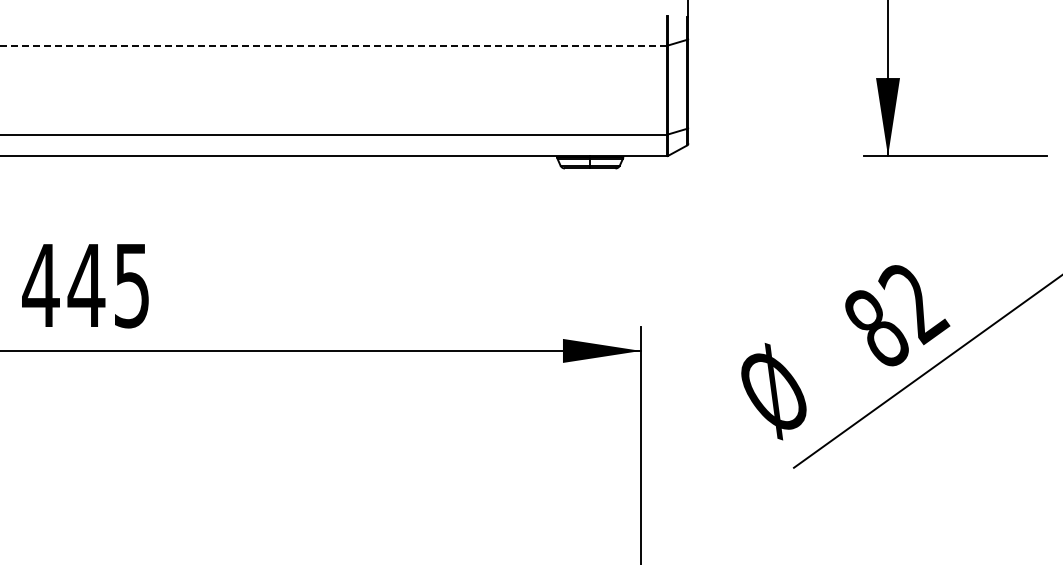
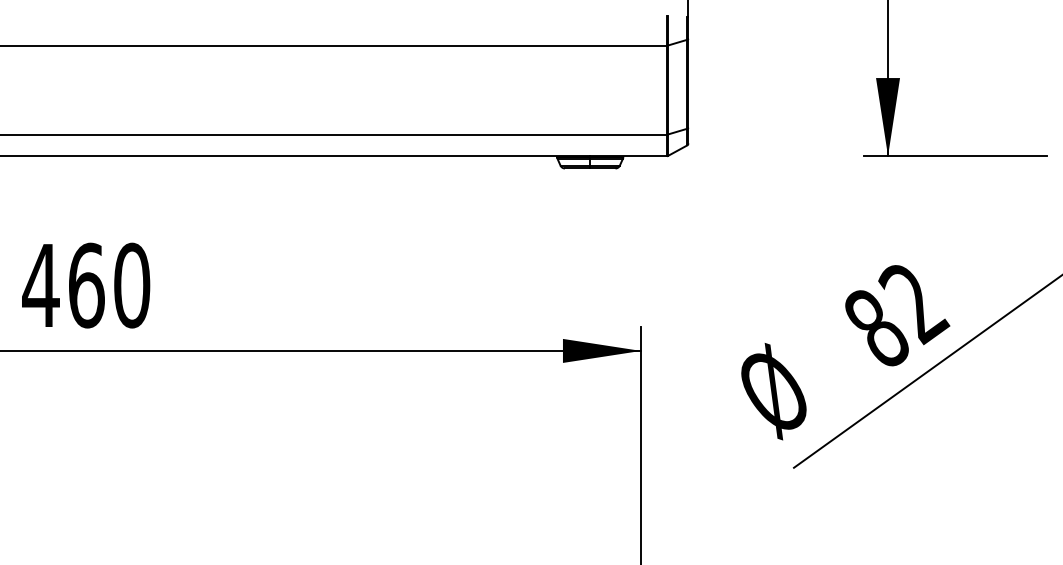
line at (334, 45): dashed -> solid
text at (108, 285): 445 -> 460
